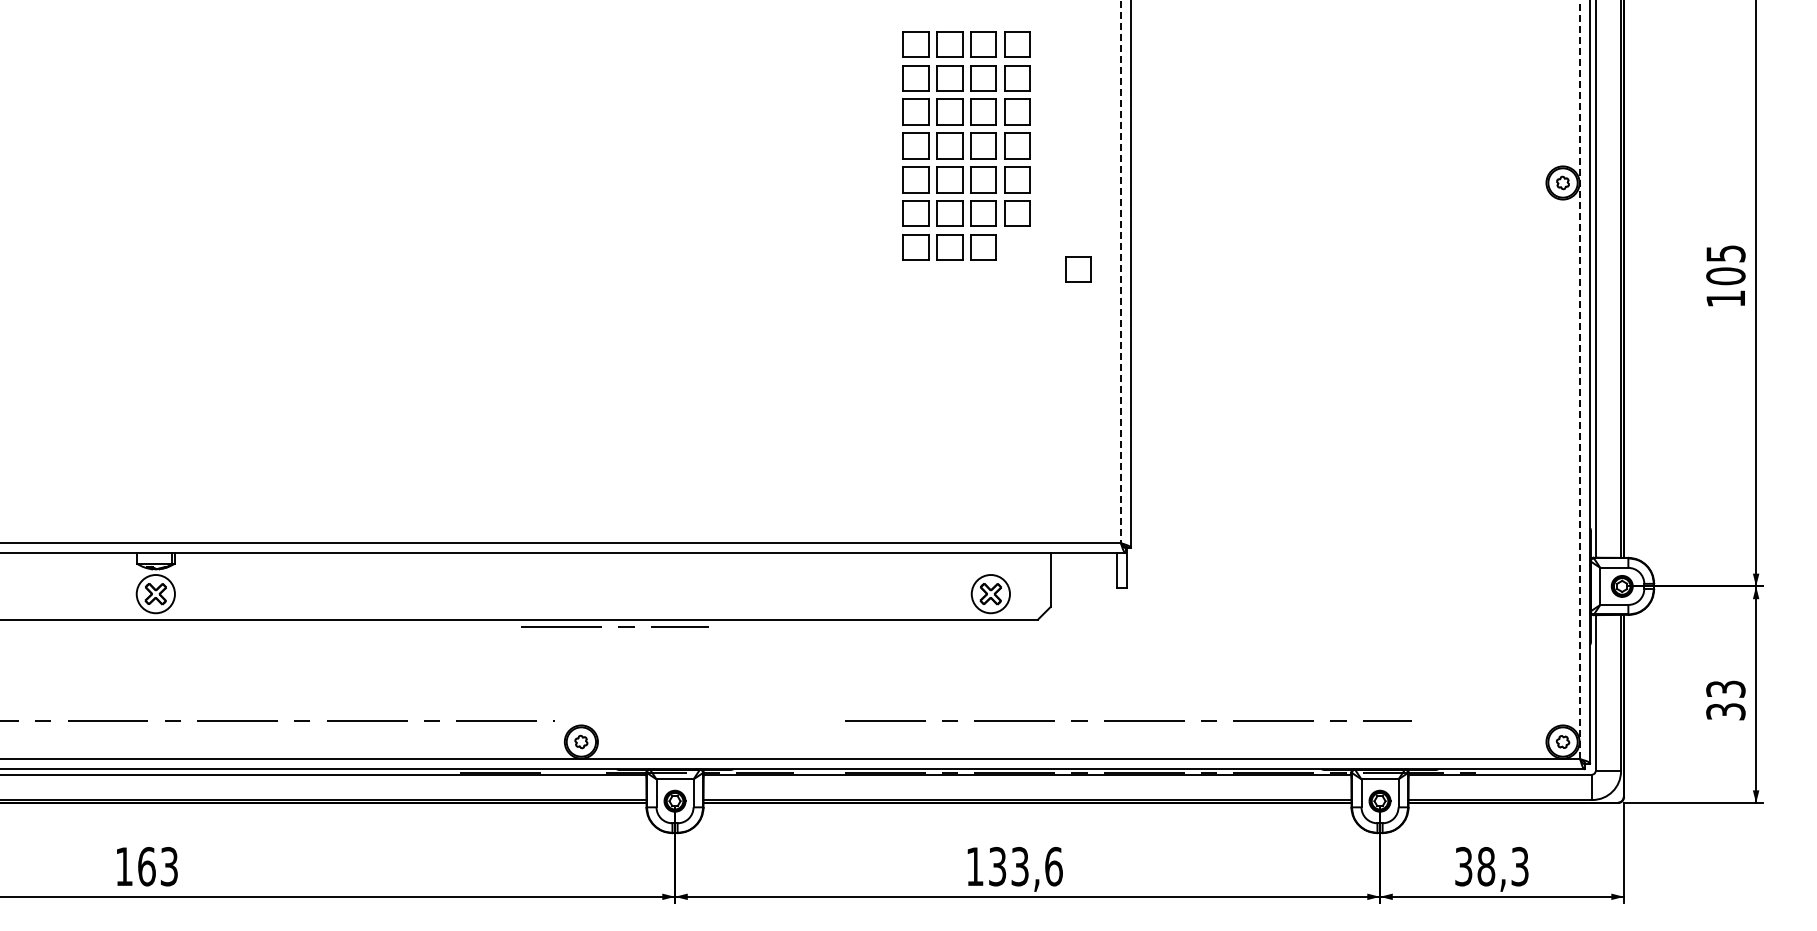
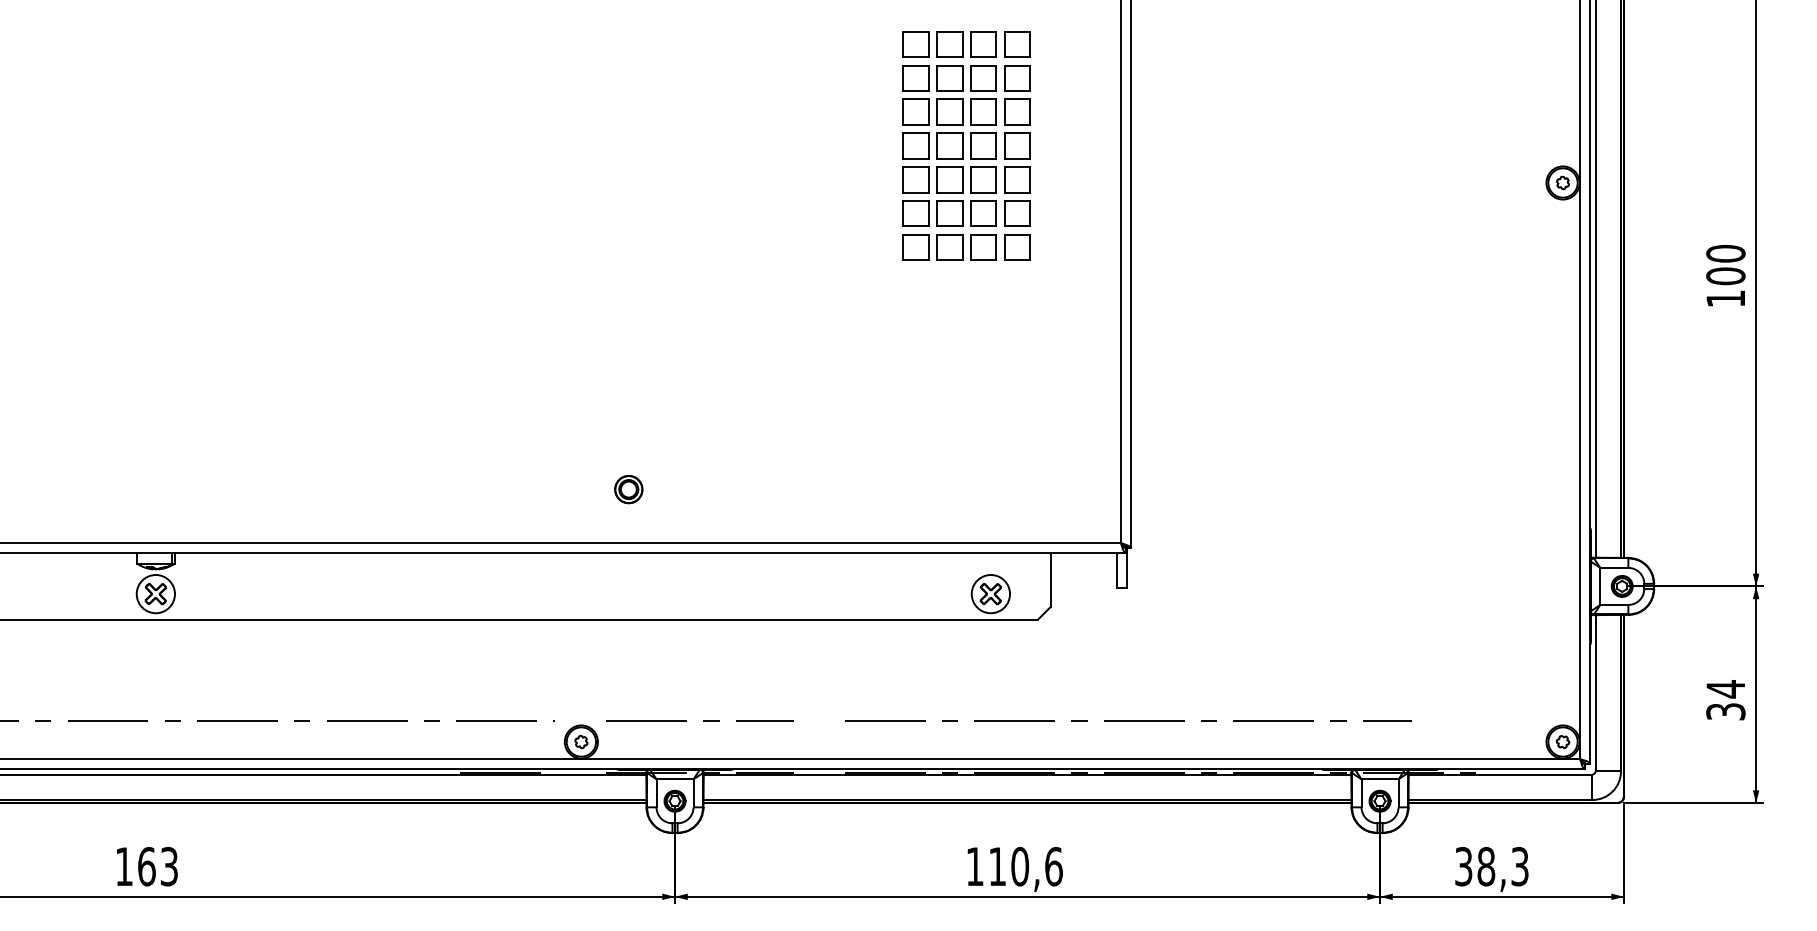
text at (1725, 253): 105 -> 100
part at (1078, 269) position: (1078, 269) -> (1017, 247)
line at (1120, 272): dashed -> solid
line at (1580, 379): dashed -> solid
part at (628, 489): none -> present
line at (618, 626) position: (618, 626) -> (703, 720)
text at (1725, 689): 33 -> 34
text at (1009, 866): 133,6 -> 110,6
